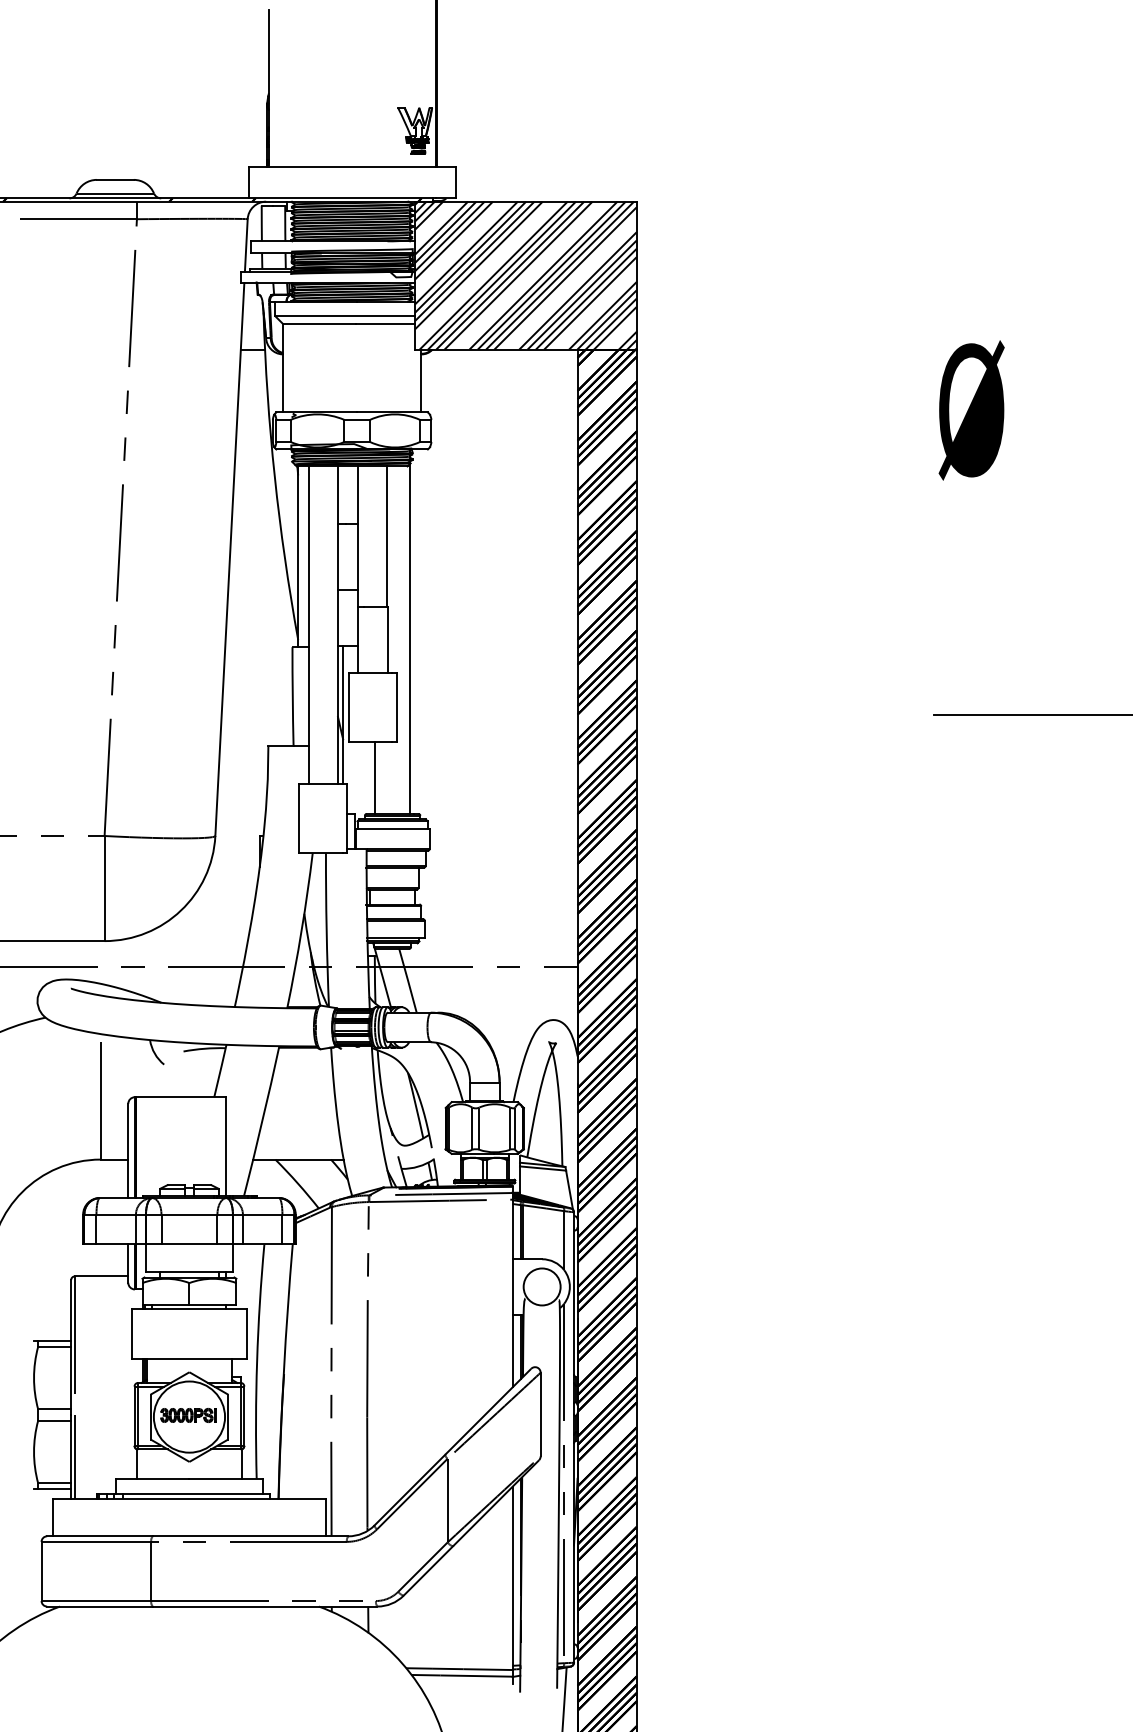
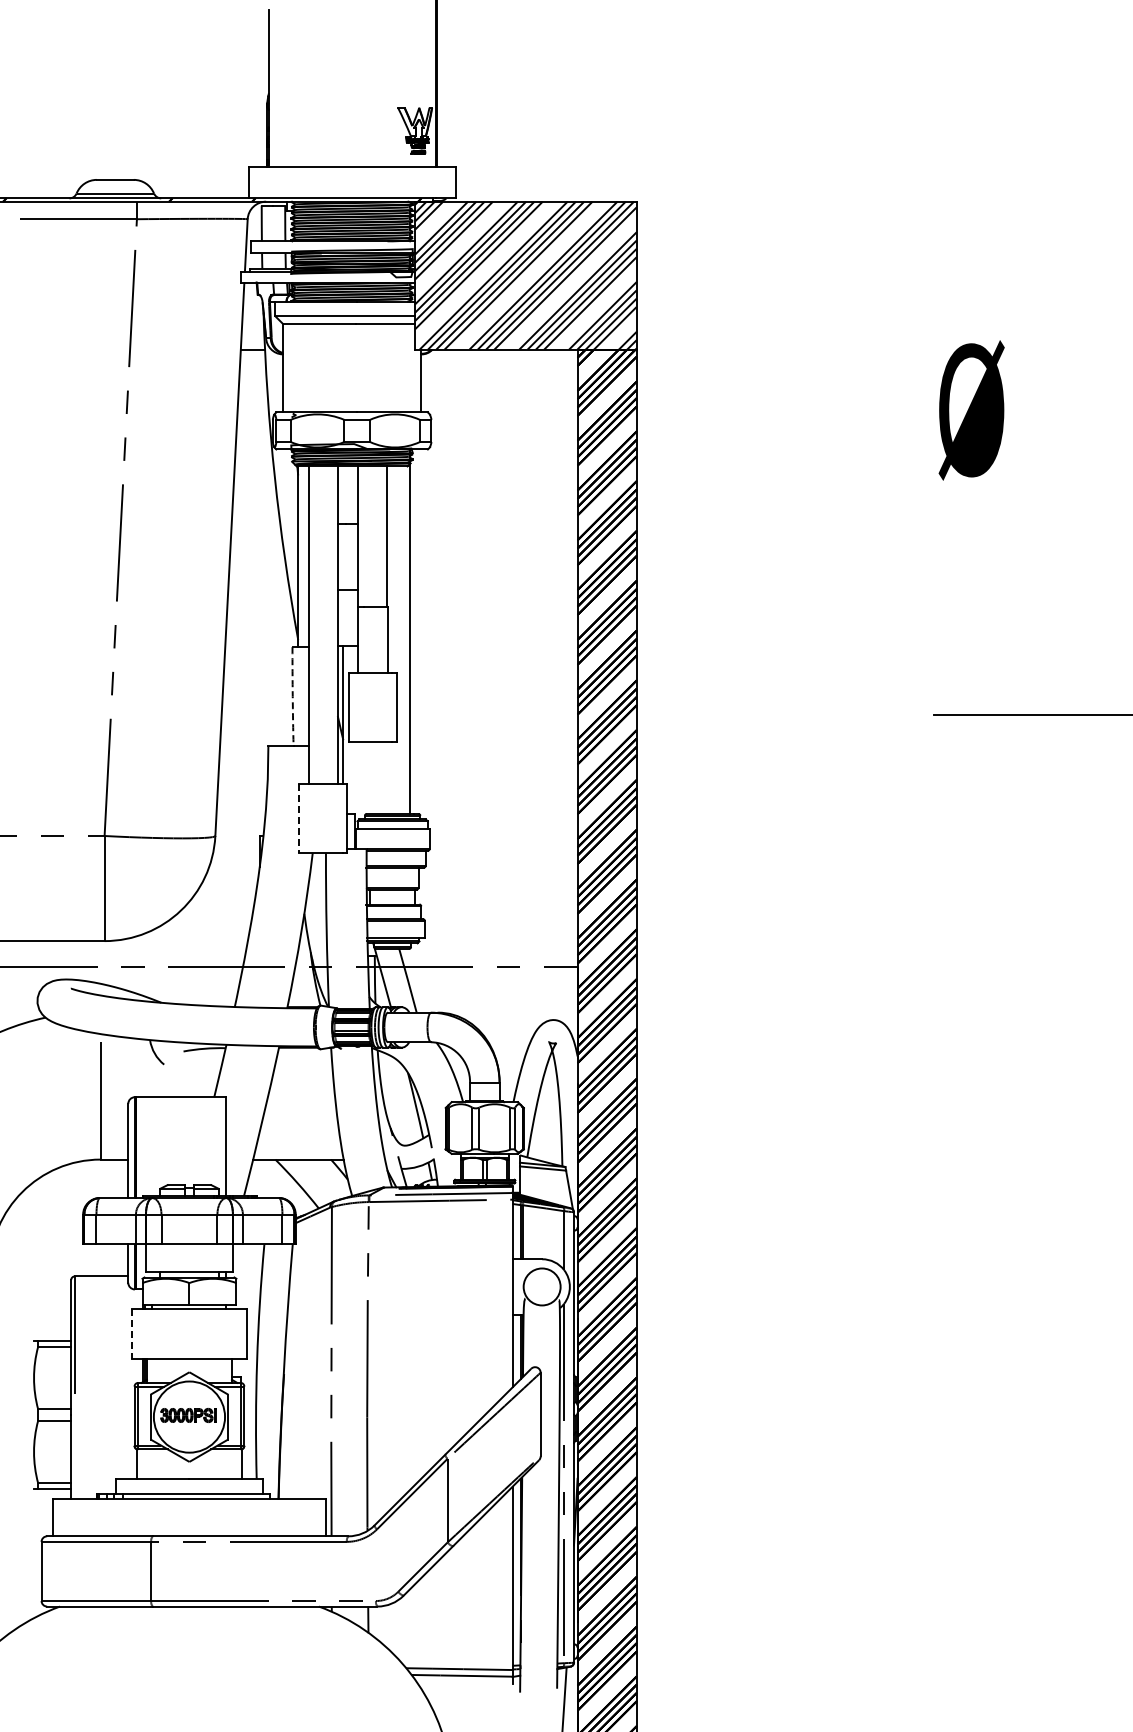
arc at (292, 696): solid -> dashed
line at (375, 777): present -> none
line at (299, 819): solid -> dashed
line at (132, 1333): solid -> dashed
line at (74, 1457): present -> none
